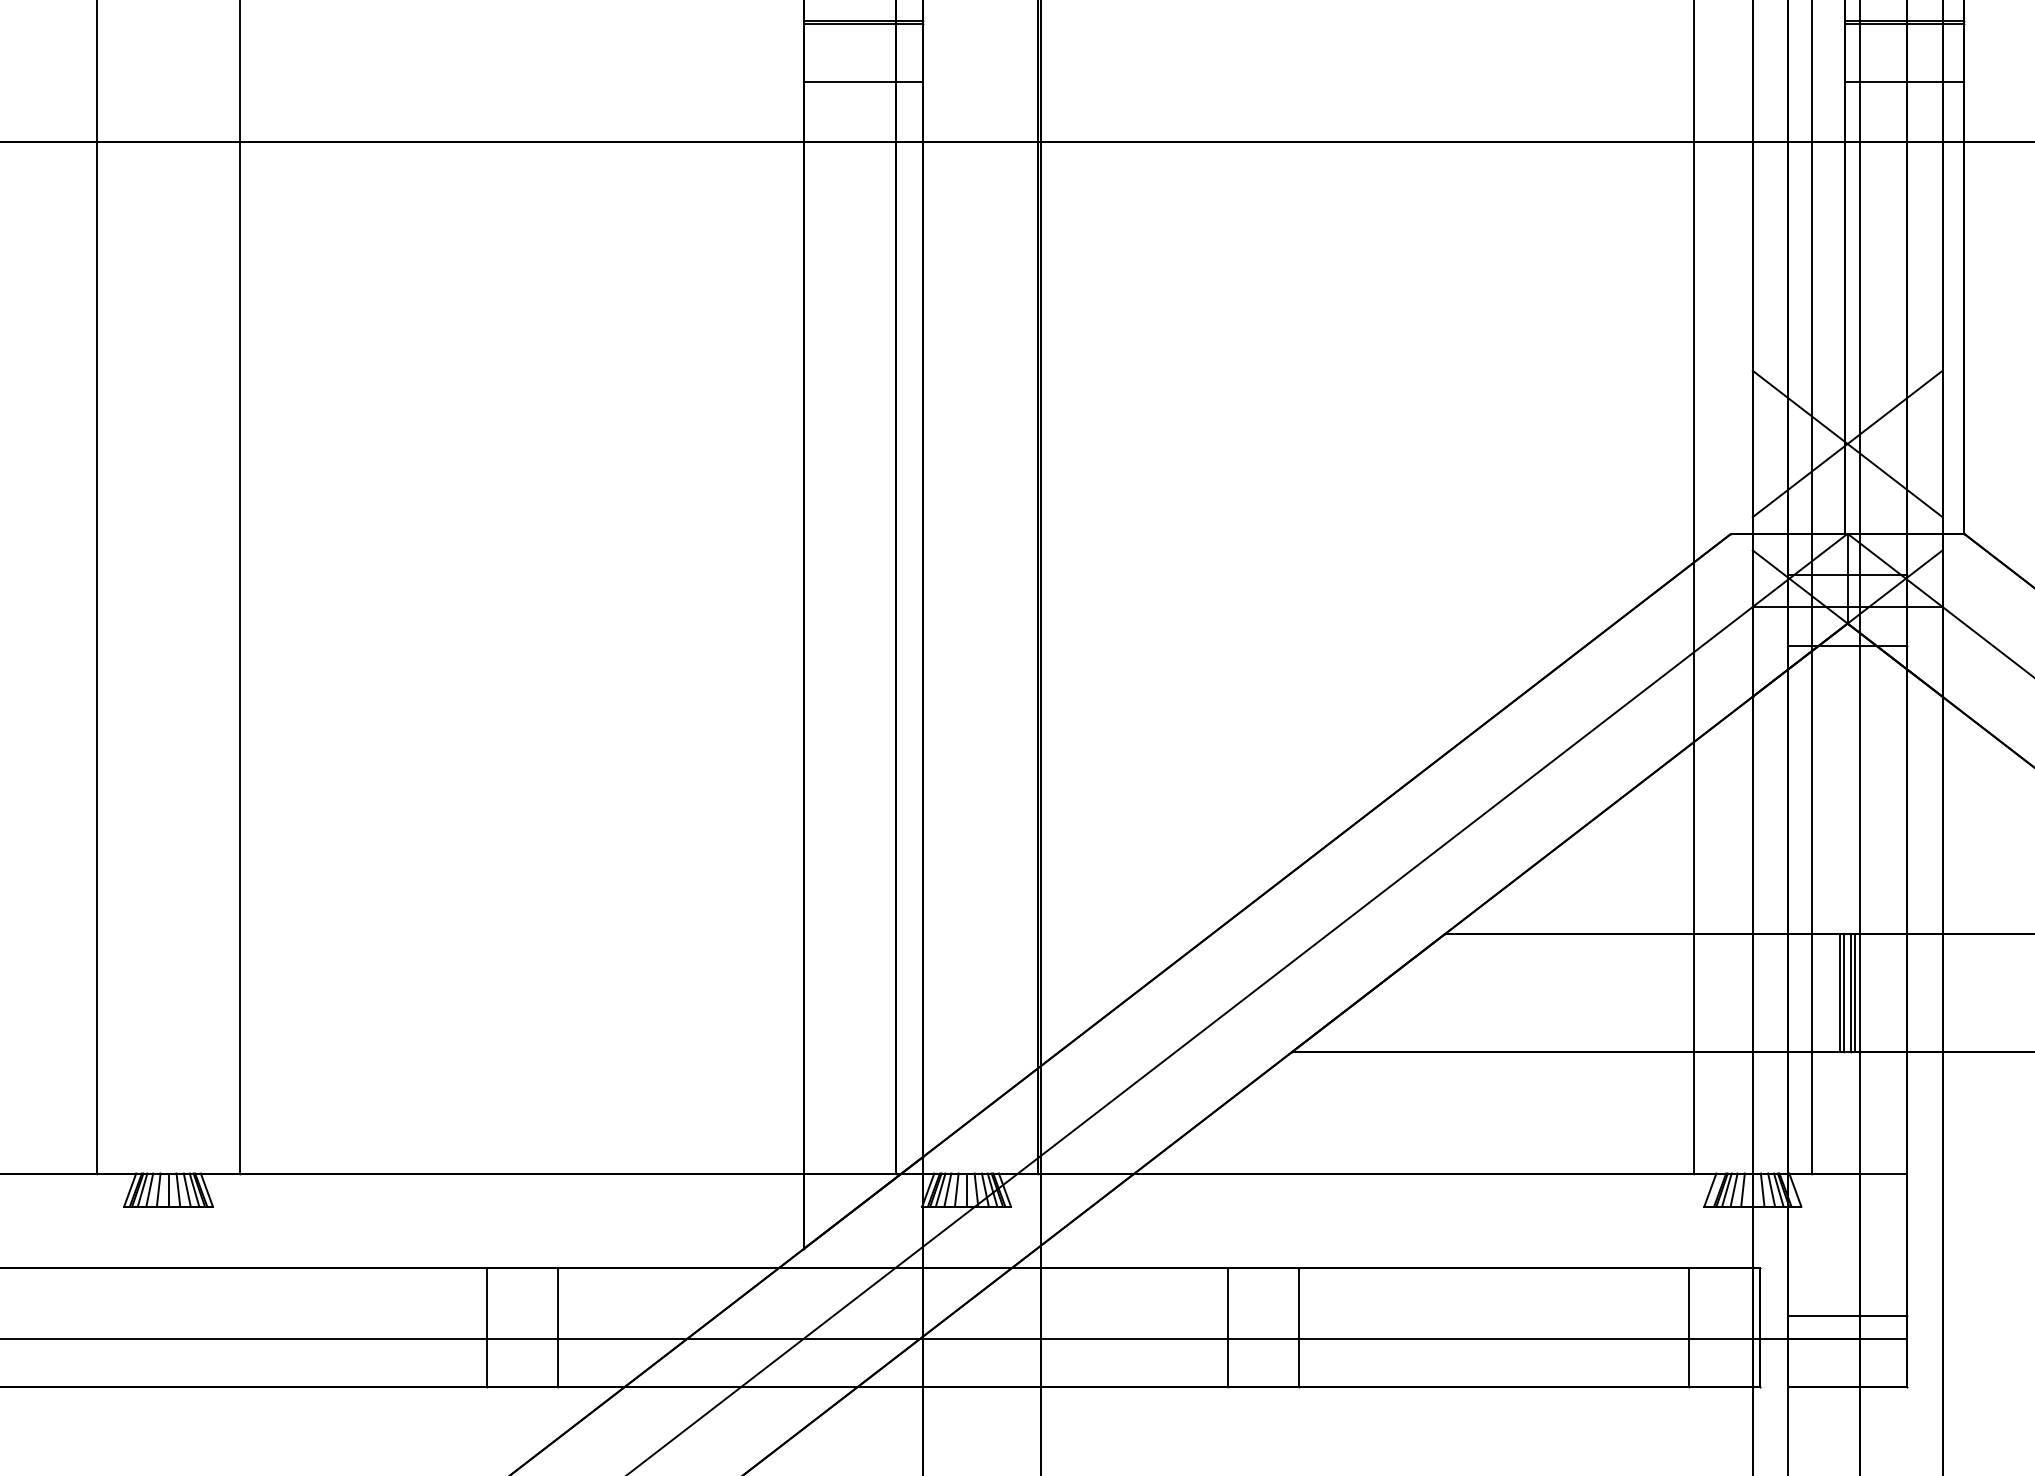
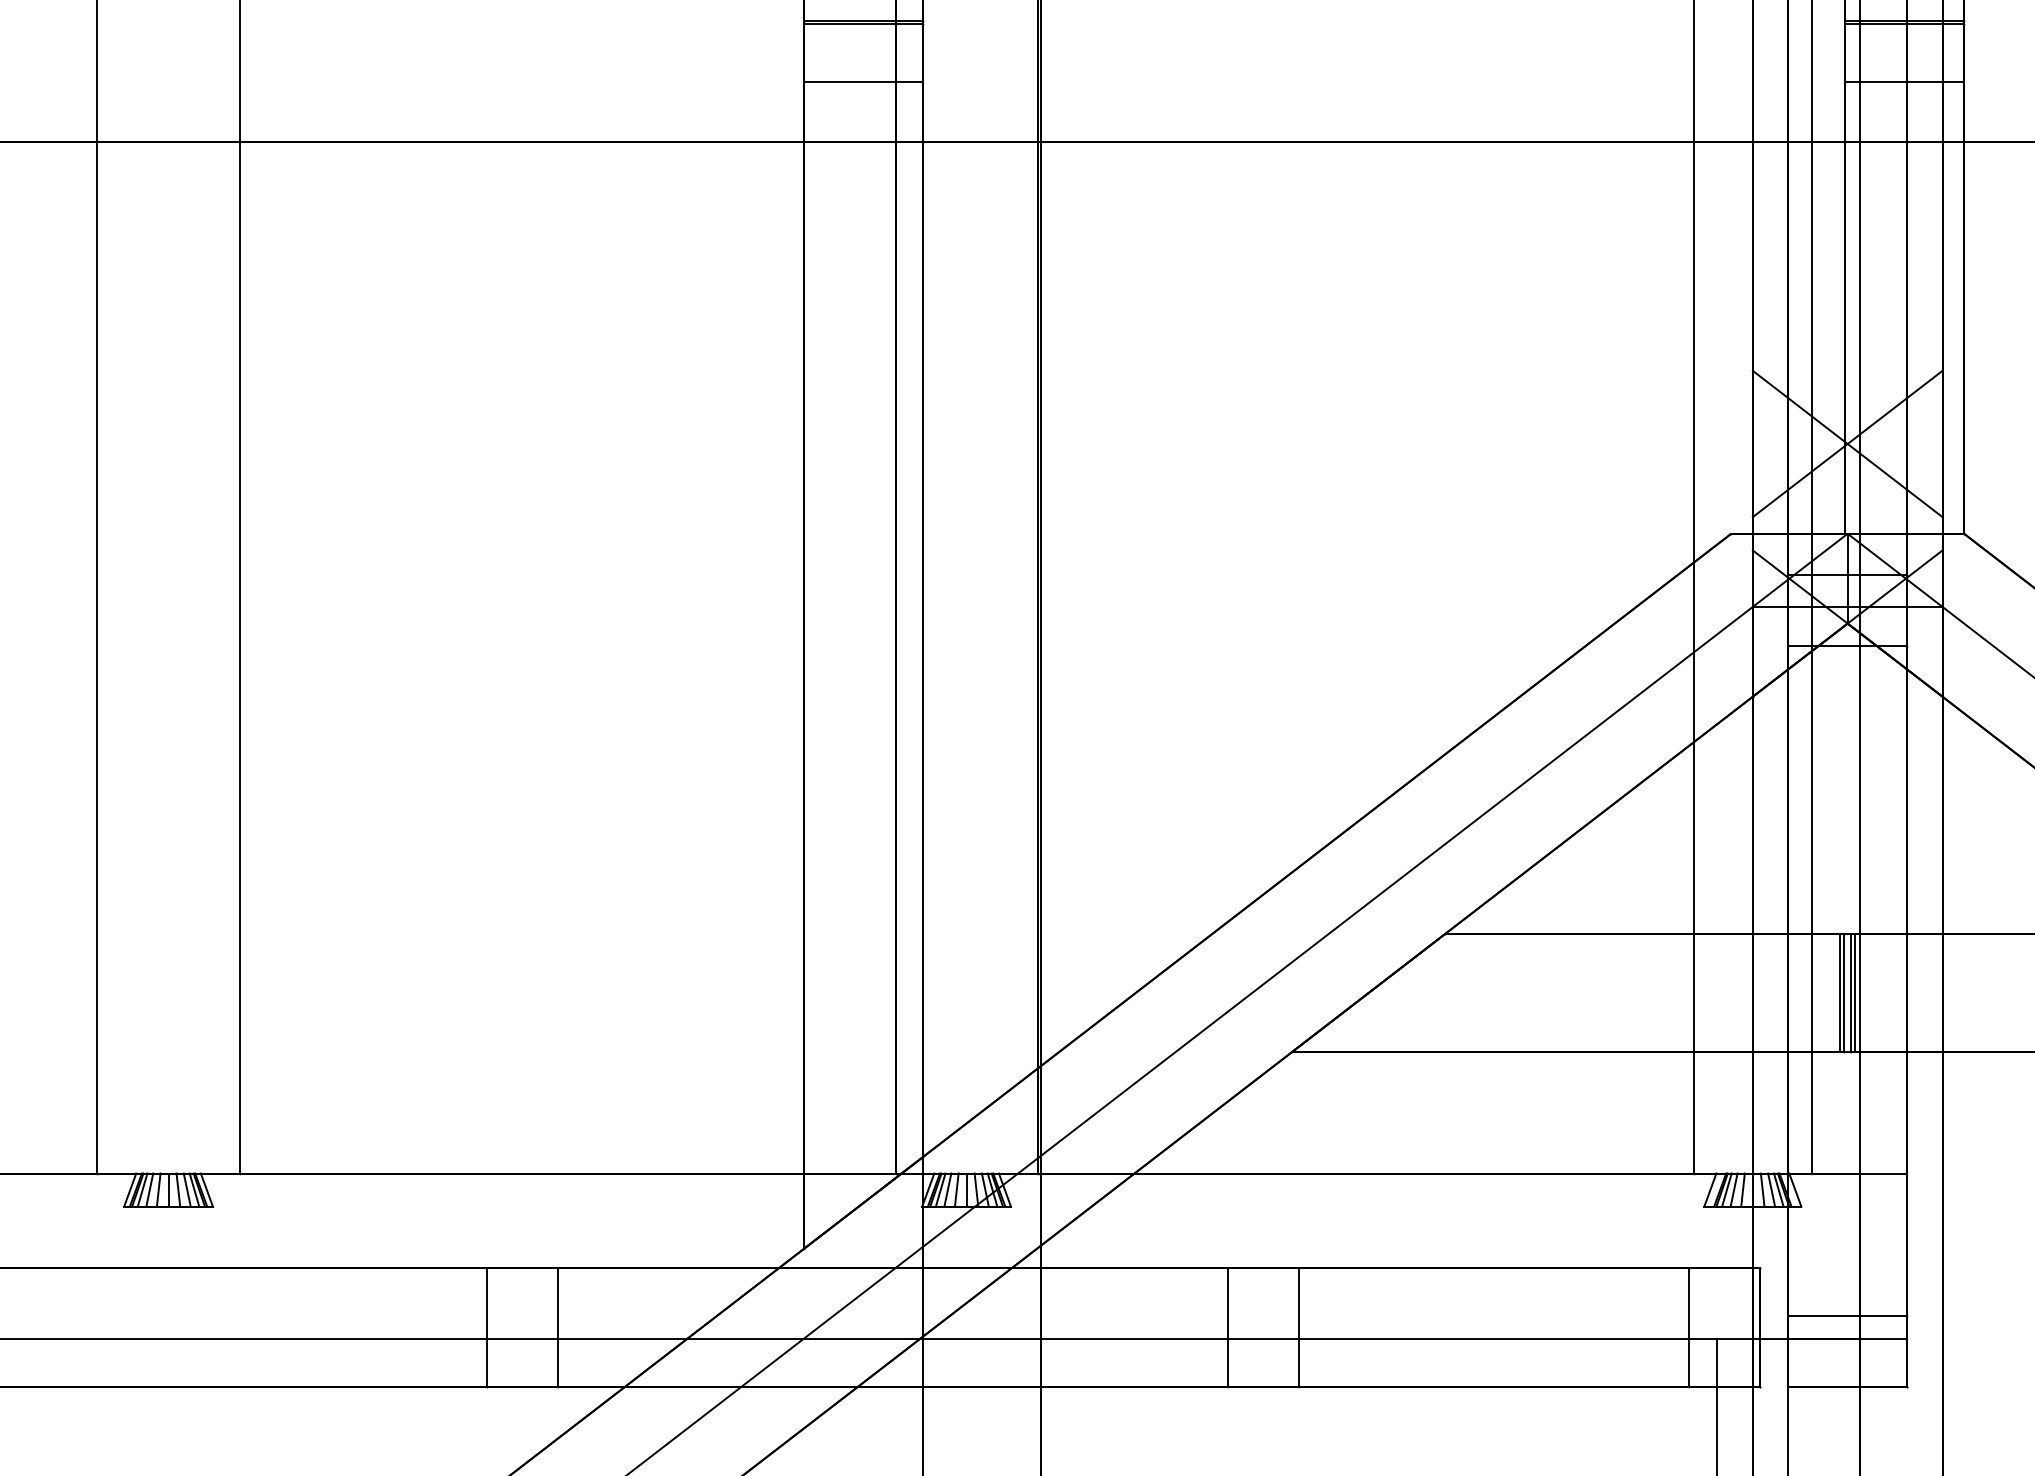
line at (1717, 1405): none -> present
